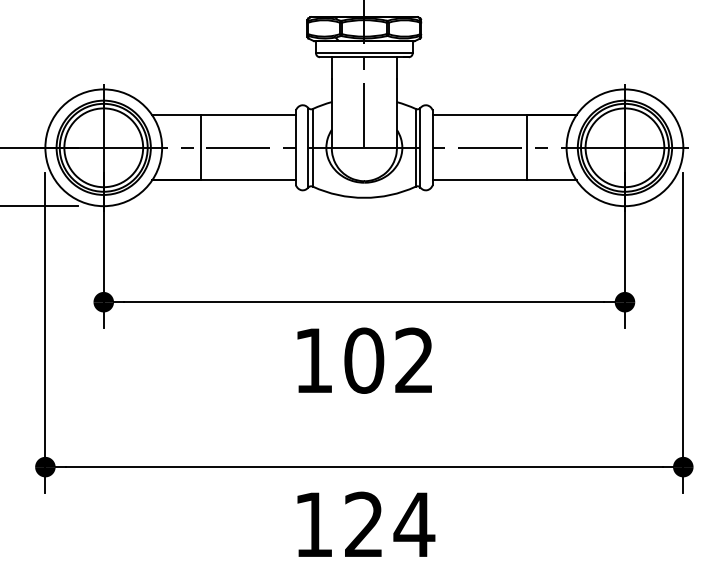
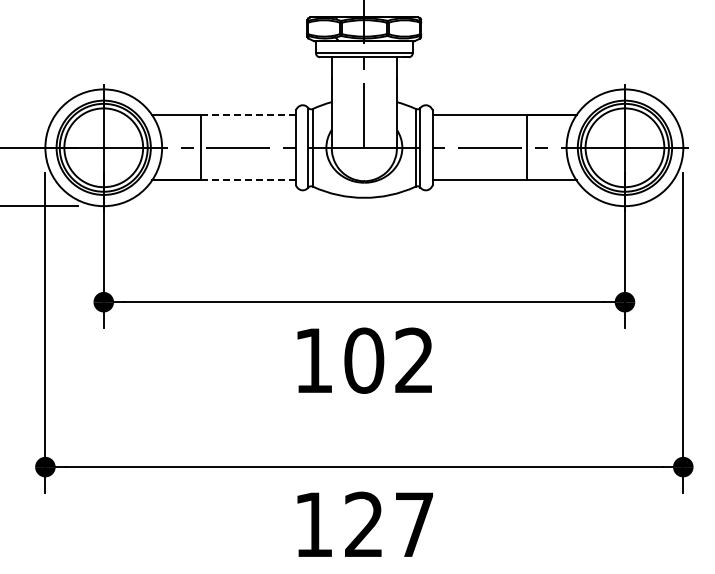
line at (249, 115): solid -> dashed
line at (248, 180): solid -> dashed
text at (414, 524): 124 -> 127
